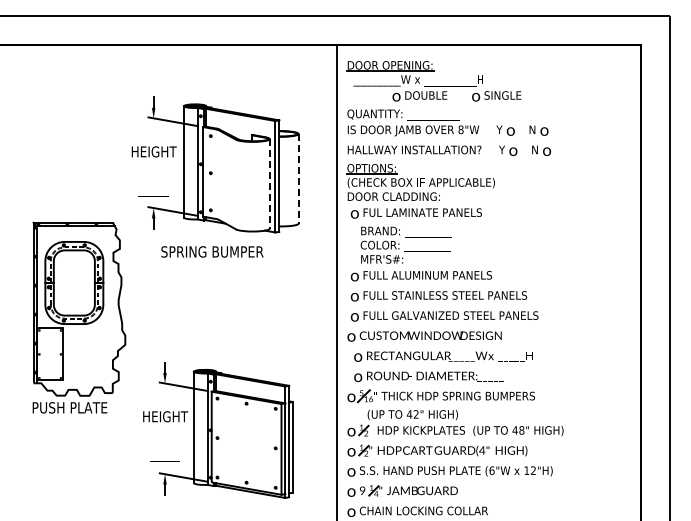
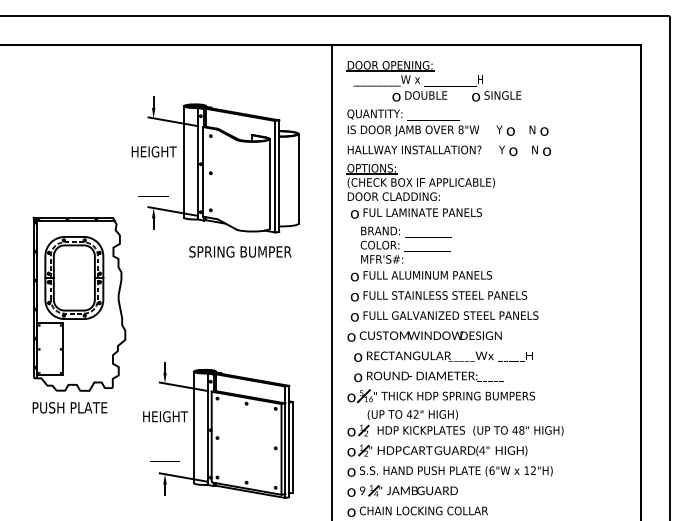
line at (298, 178): dashed -> solid
line at (269, 183): dashed -> solid
text at (212, 251) position: (212, 251) -> (240, 251)
line at (336, 280) position: (336, 280) -> (331, 280)
part at (79, 308) position: (79, 308) -> (79, 303)
